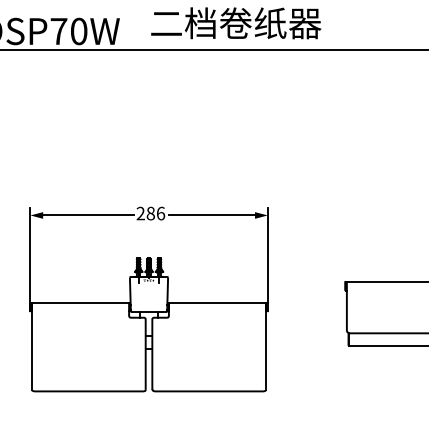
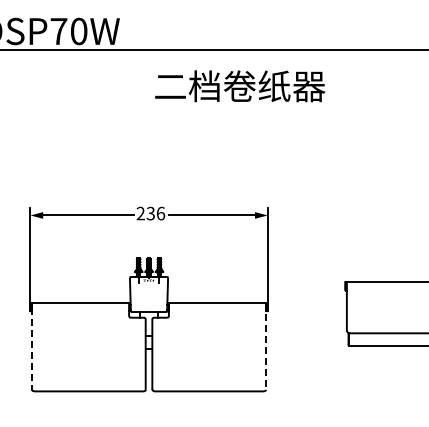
text at (236, 23) position: (236, 23) -> (240, 86)
text at (150, 213): 286 -> 236
line at (265, 346): solid -> dashed
line at (32, 349): solid -> dashed
